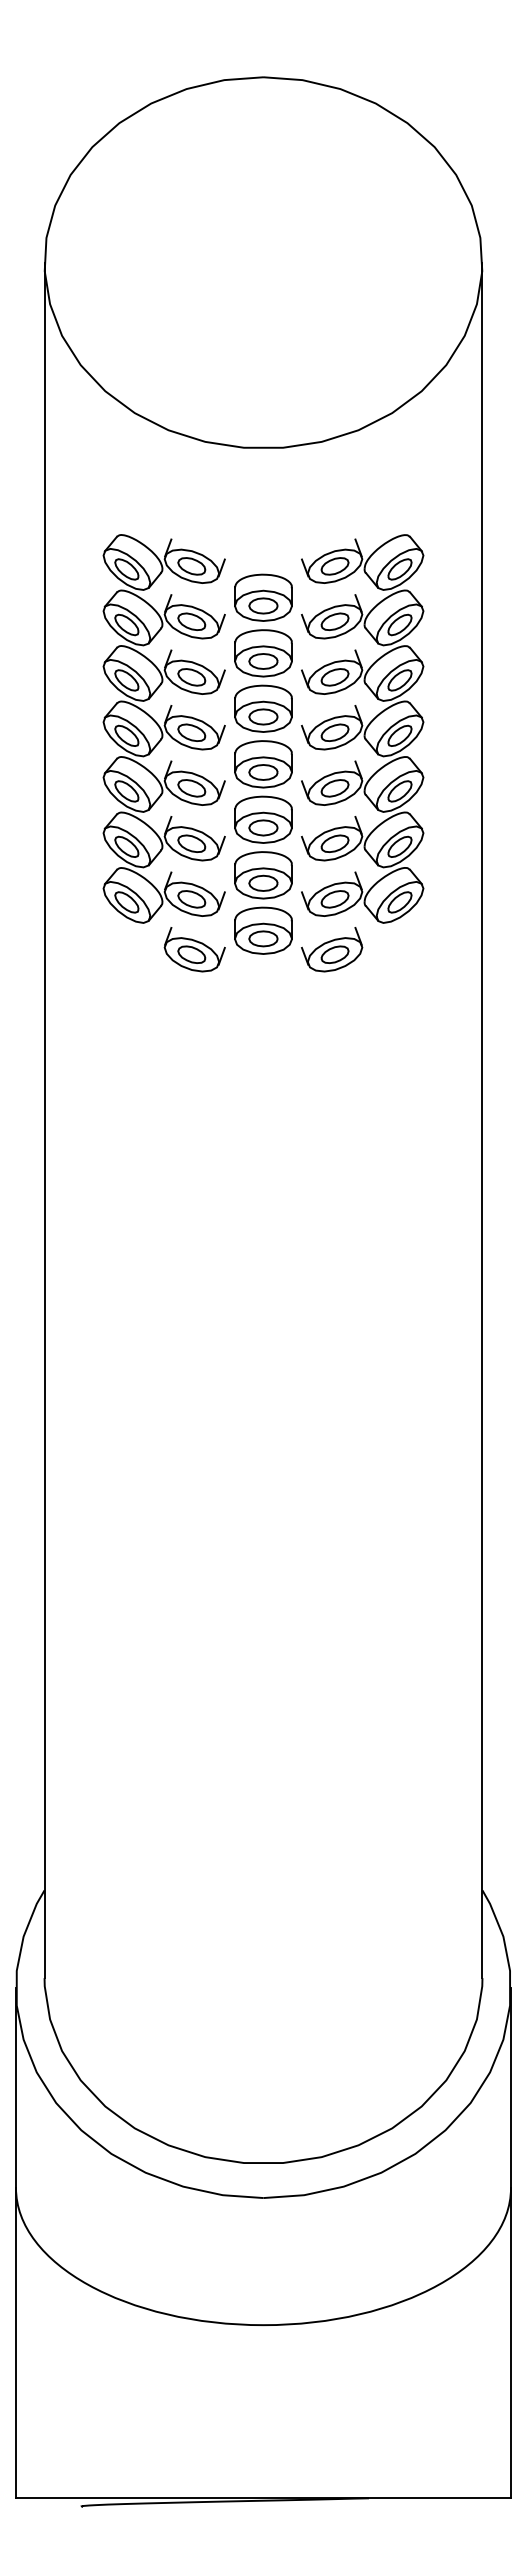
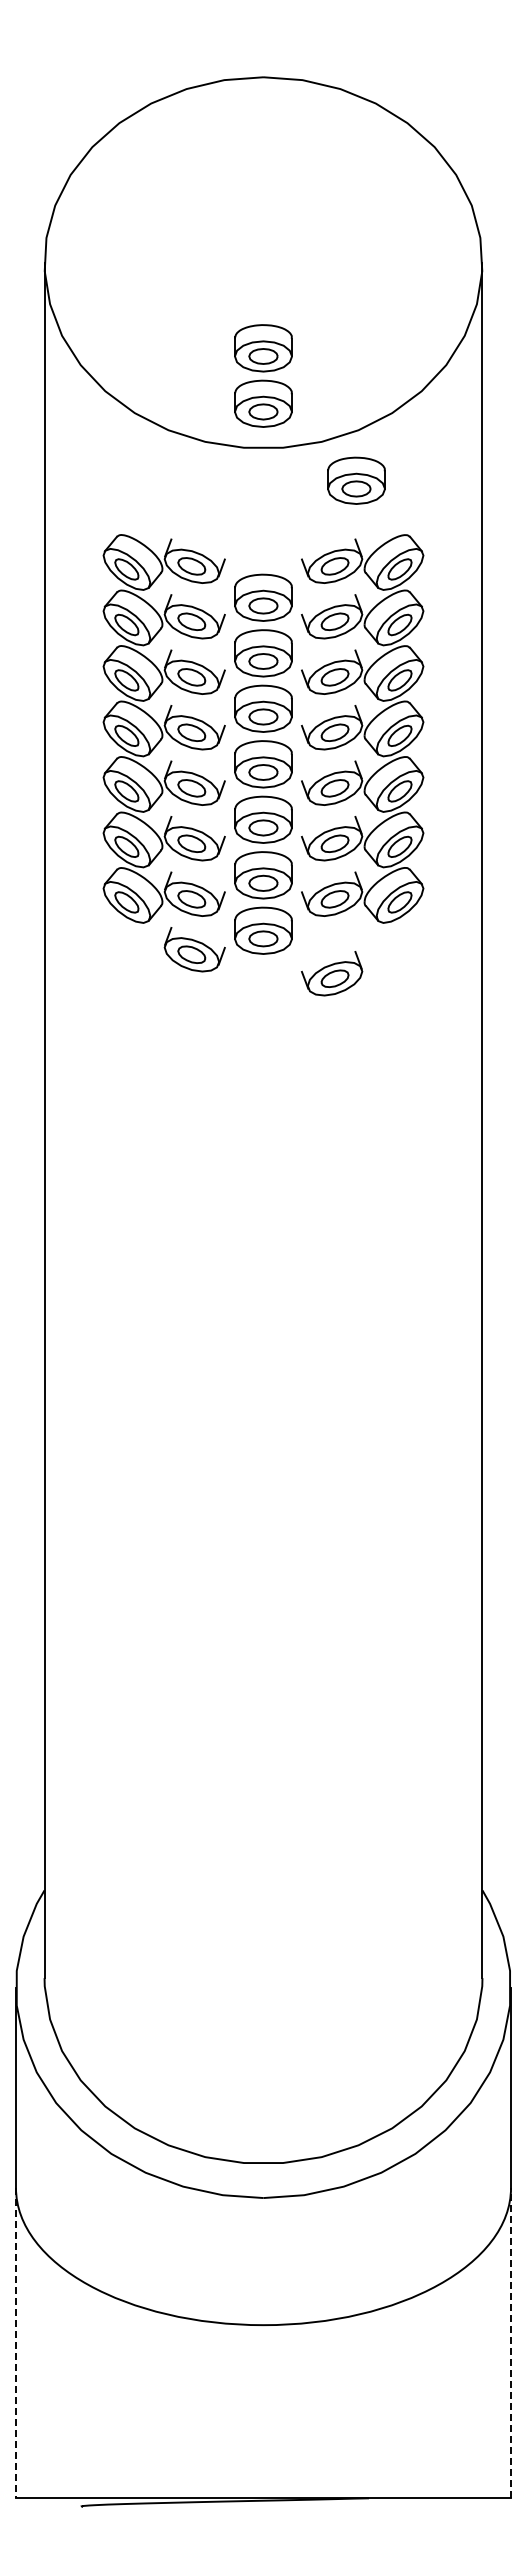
part at (263, 375): none -> present
part at (356, 480): none -> present
part at (332, 949) position: (332, 949) -> (332, 973)
line at (511, 2342): solid -> dashed
line at (16, 2343): solid -> dashed
